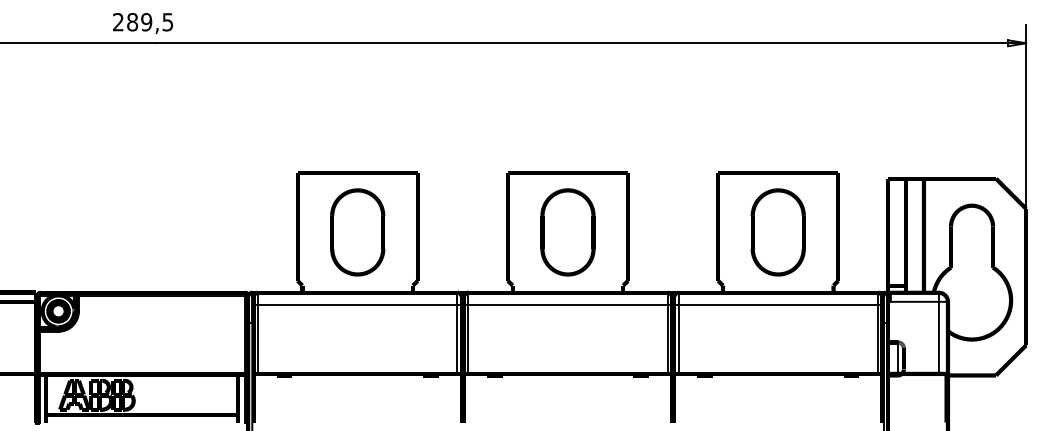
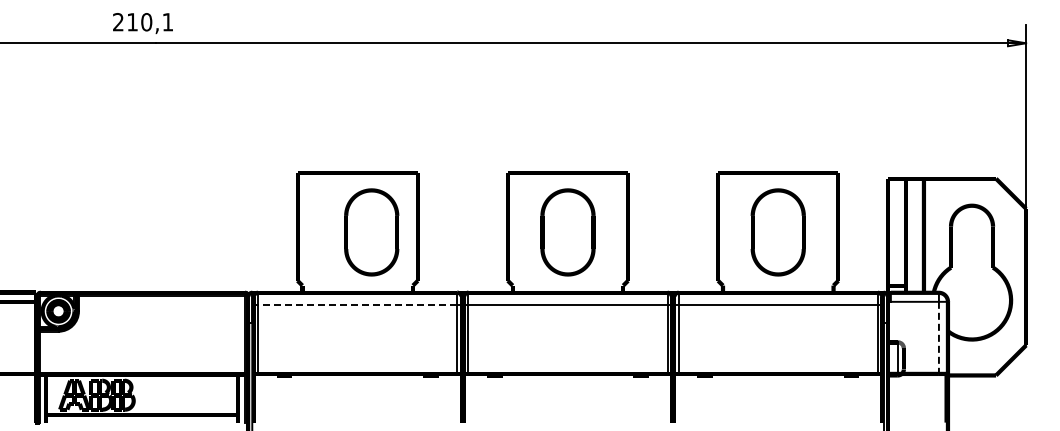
text at (150, 22): 289,5 -> 210,1
part at (357, 232) position: (357, 232) -> (371, 232)
line at (357, 304): solid -> dashed
line at (938, 338): solid -> dashed
